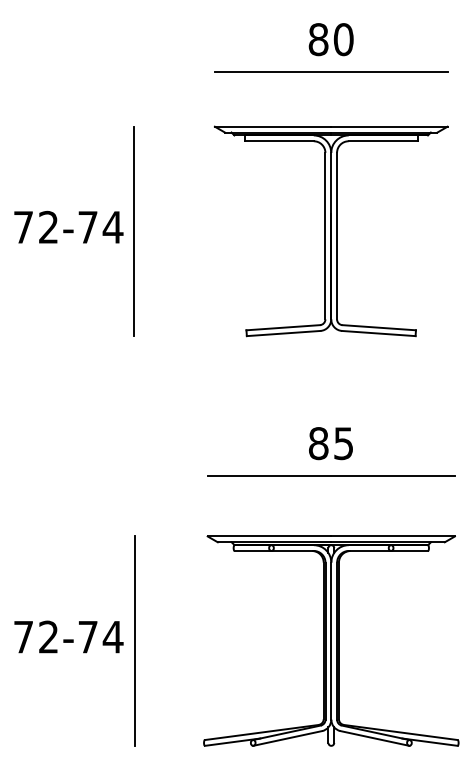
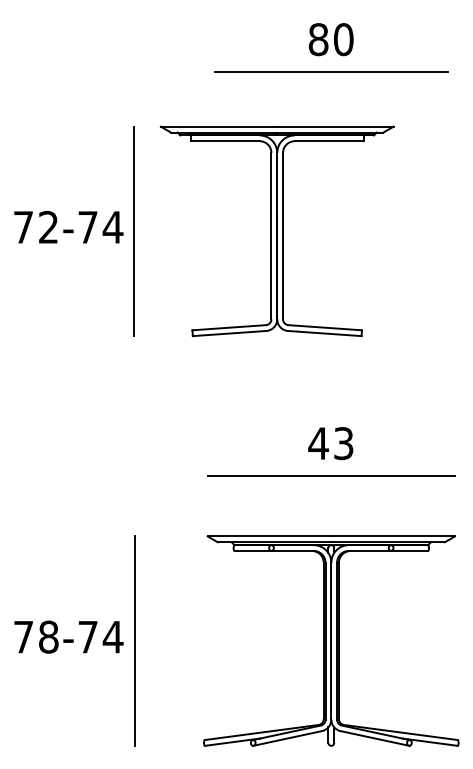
part at (331, 231) position: (331, 231) -> (277, 231)
text at (330, 443): 85 -> 43
text at (48, 636): 72-74 -> 78-74
